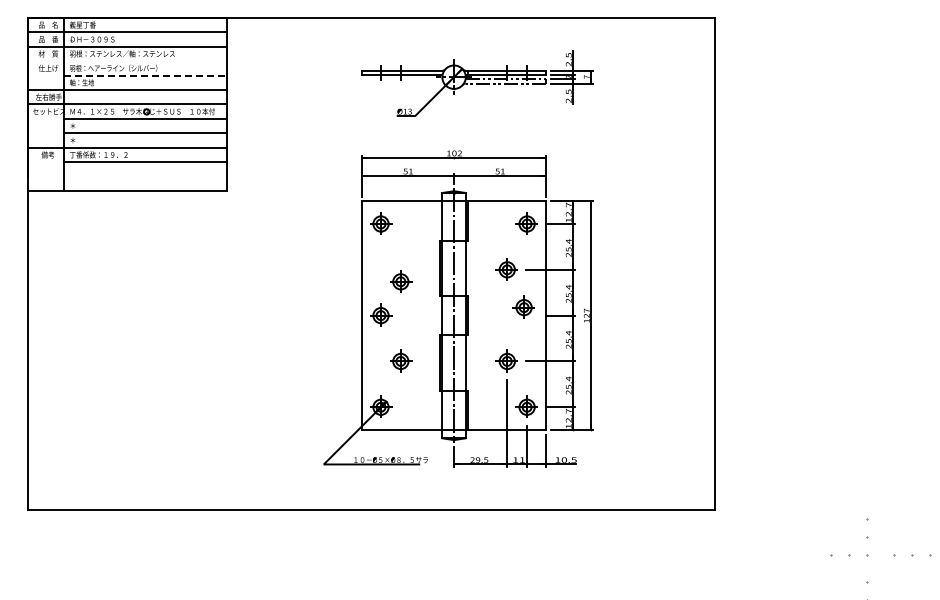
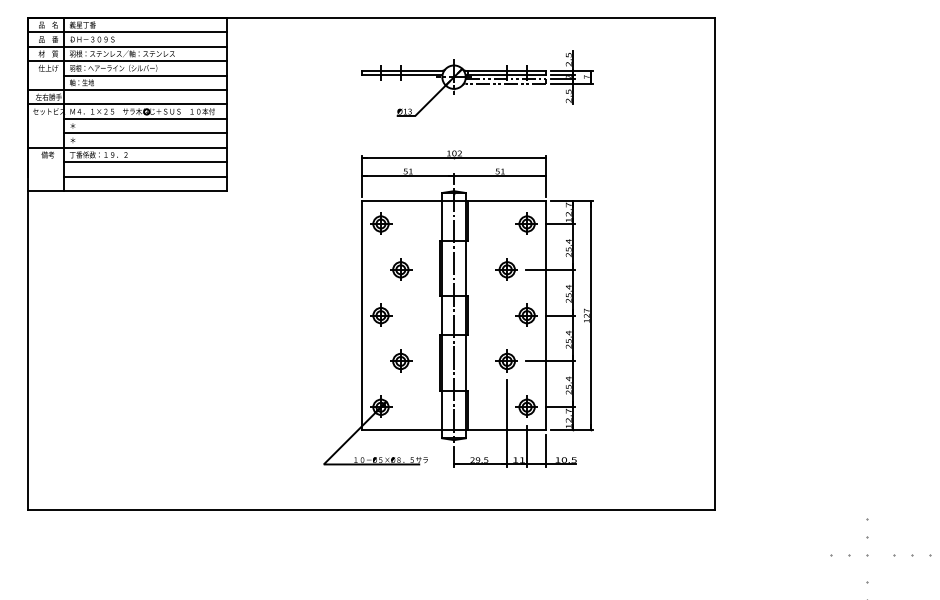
line at (127, 61): none -> present
line at (145, 75): dashed -> solid
line at (145, 176): none -> present
part at (401, 281) position: (401, 281) -> (401, 269)
part at (523, 306) position: (523, 306) -> (526, 314)
